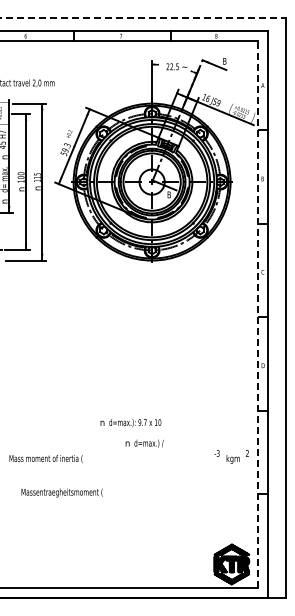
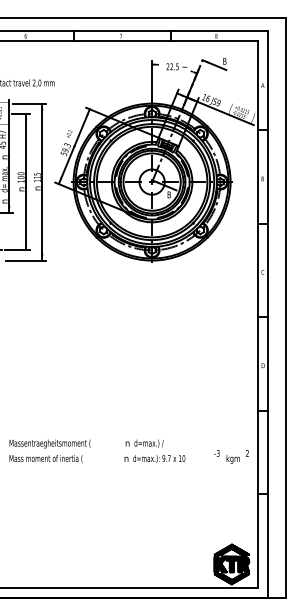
line at (143, 18): dashed -> solid
line at (258, 314): dashed -> solid
text at (130, 422) position: (130, 422) -> (154, 458)
text at (61, 492) position: (61, 492) -> (49, 443)
